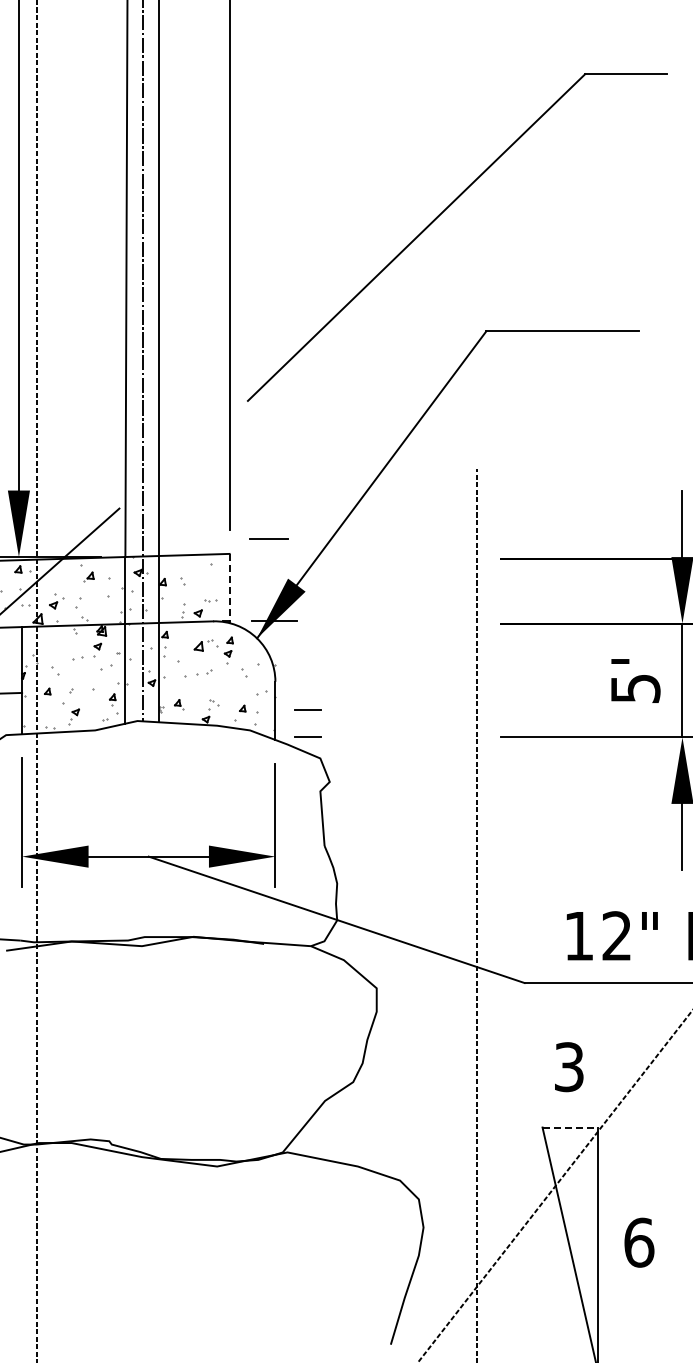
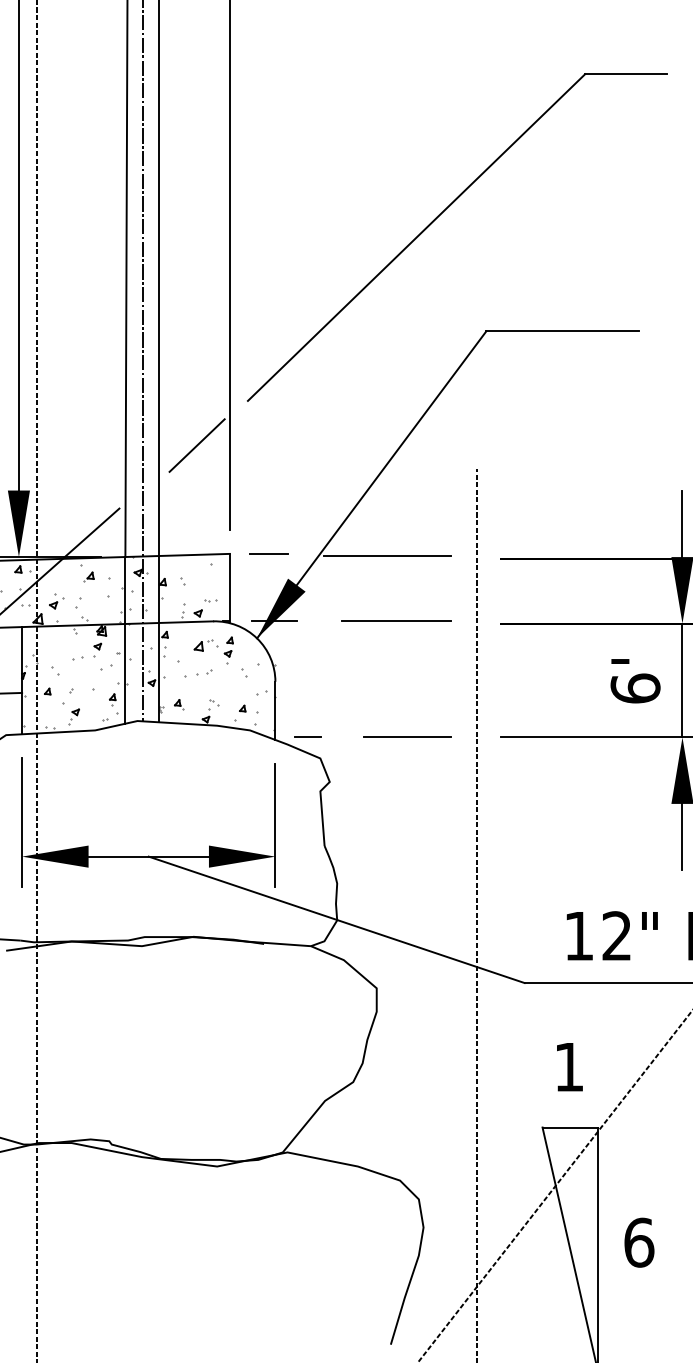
line at (196, 445): none -> present
line at (268, 538) position: (268, 538) -> (268, 553)
line at (387, 556): none -> present
line at (229, 588): dashed -> solid
line at (396, 621): none -> present
text at (635, 688): 5' -> 6'
line at (307, 709): present -> none
line at (407, 736): none -> present
text at (569, 1067): 3 -> 1
line at (570, 1127): dashed -> solid
